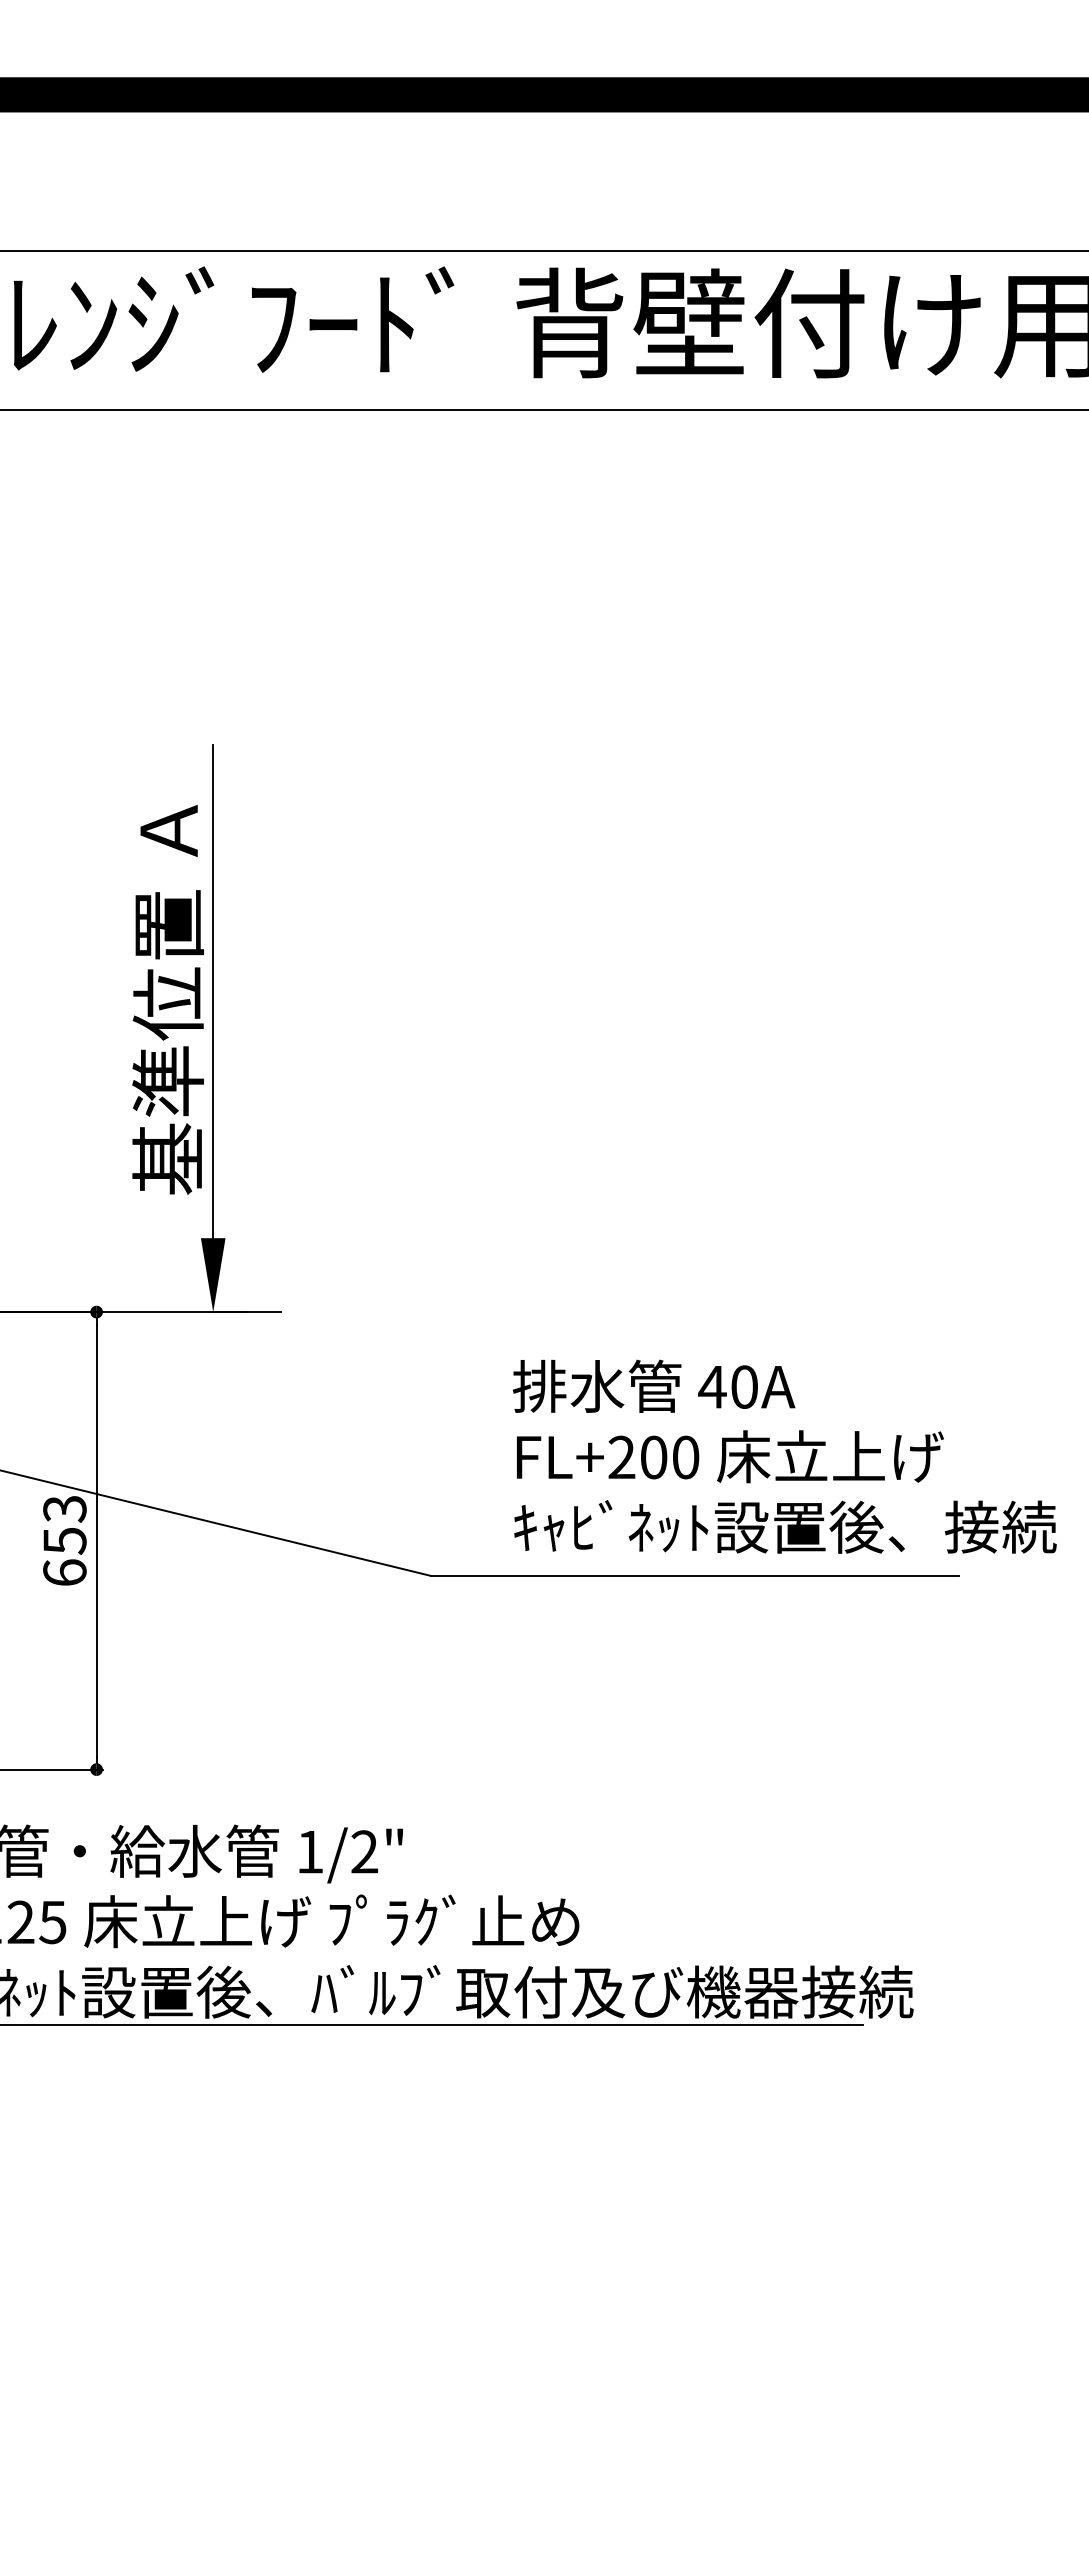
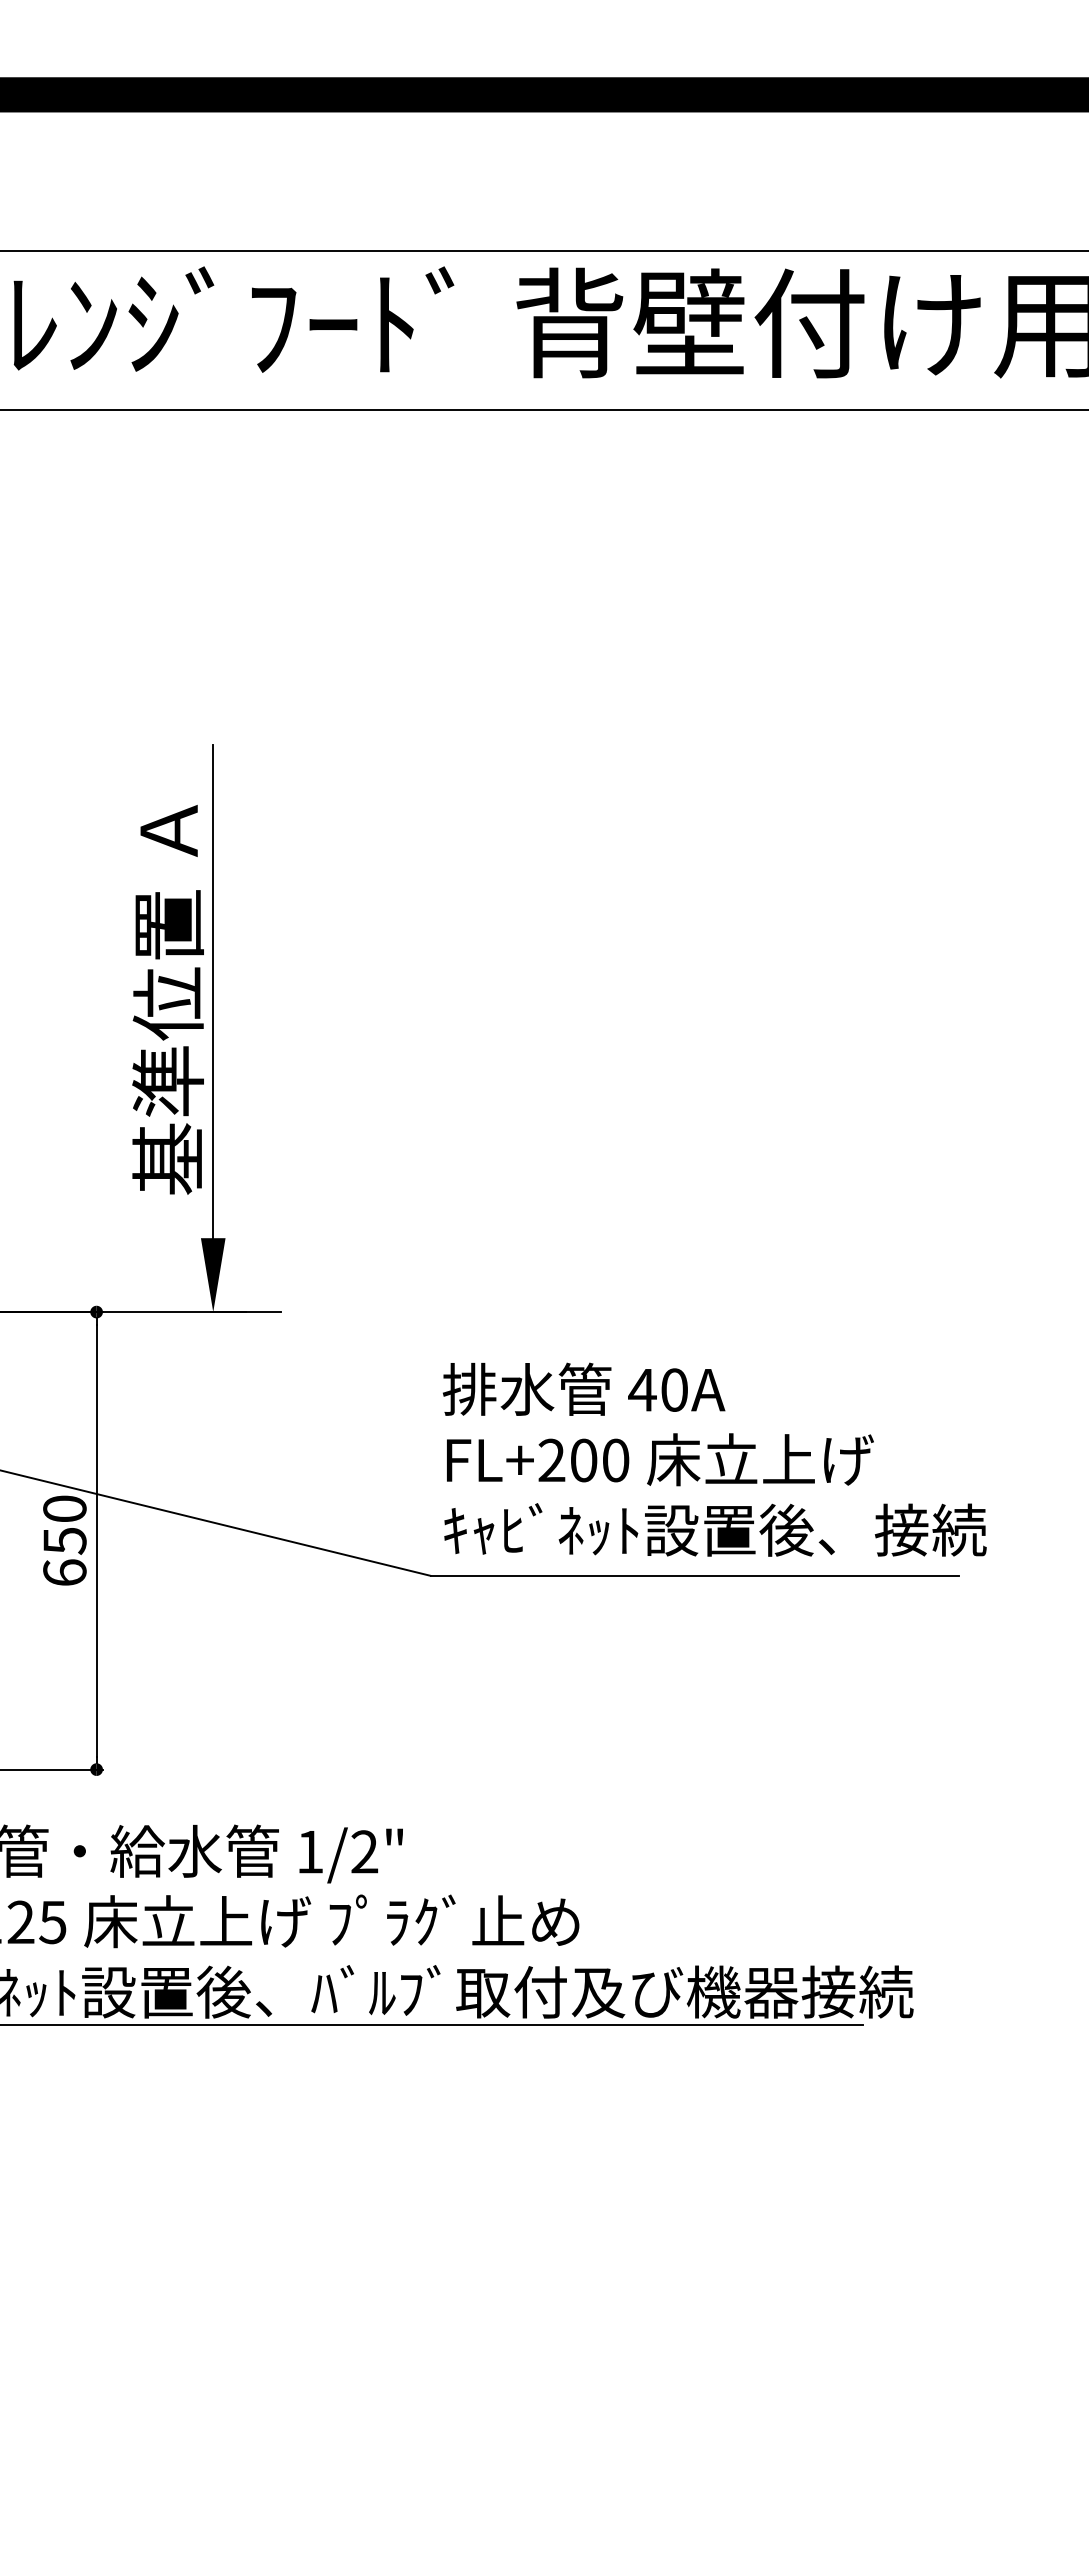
text at (784, 1456) position: (784, 1456) -> (714, 1459)
text at (64, 1508): 653 -> 650
